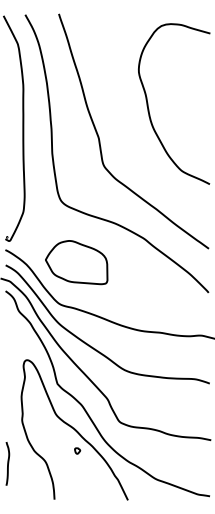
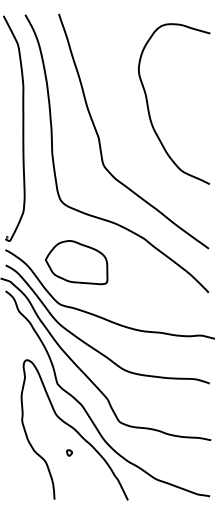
part at (77, 450) position: (77, 450) -> (69, 452)
curve at (7, 463): present -> none
